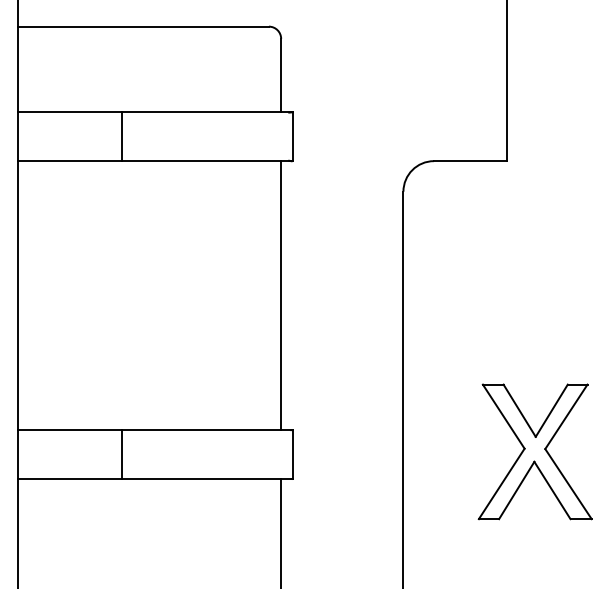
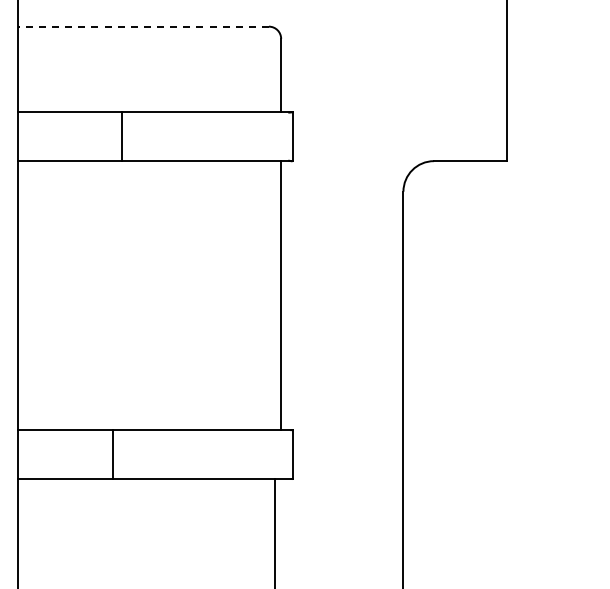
line at (143, 26): solid -> dashed
part at (534, 451): present -> none
line at (122, 454) position: (122, 454) -> (113, 454)
line at (281, 532) position: (281, 532) -> (275, 532)
